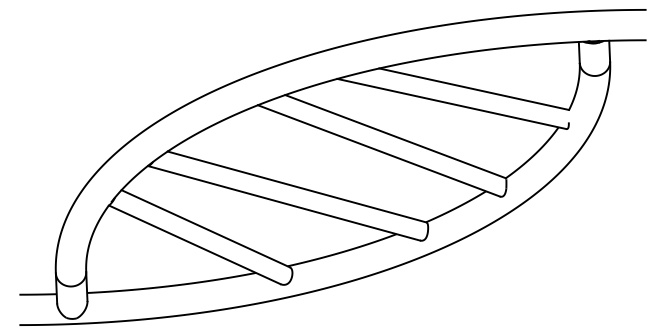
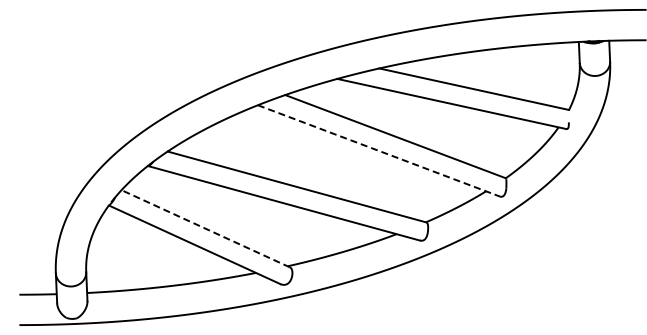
line at (379, 151): solid -> dashed
line at (205, 228): solid -> dashed
